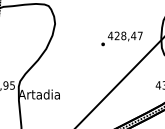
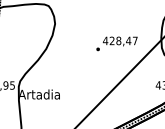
text at (121, 38) position: (121, 38) -> (116, 43)
